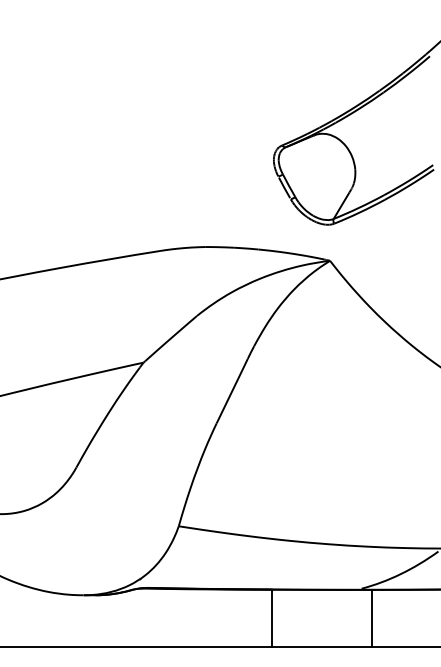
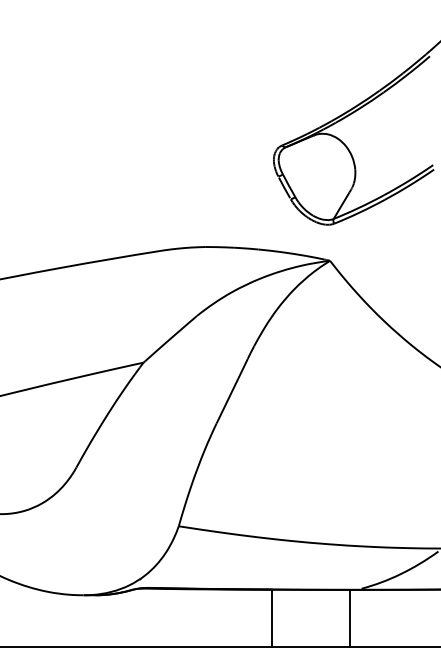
line at (372, 617) position: (372, 617) -> (350, 617)
